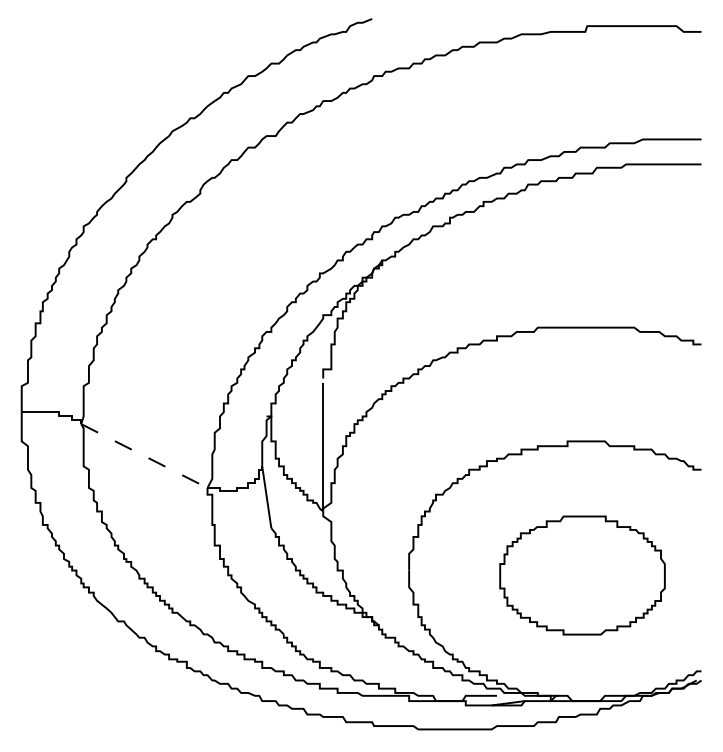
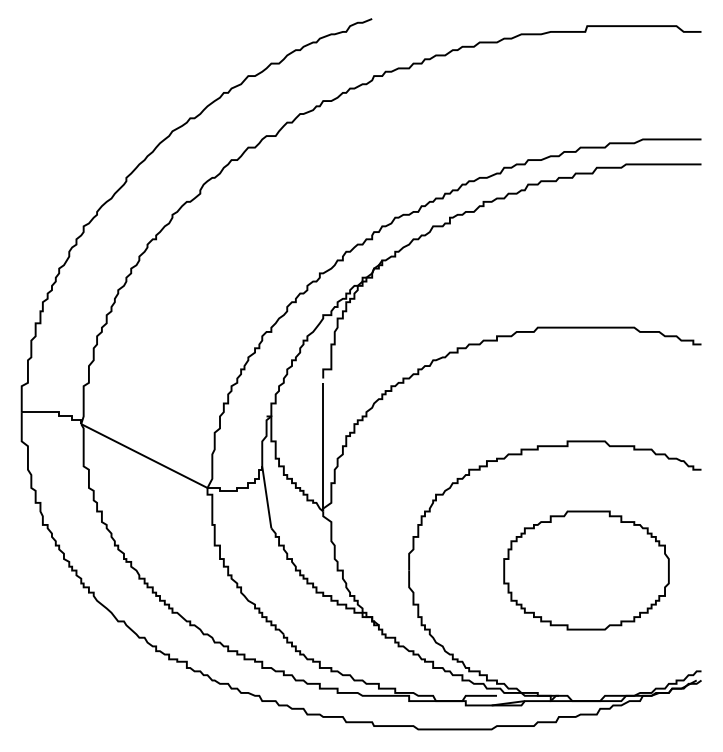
line at (144, 456): dashed -> solid
part at (582, 575) position: (582, 575) -> (586, 570)
